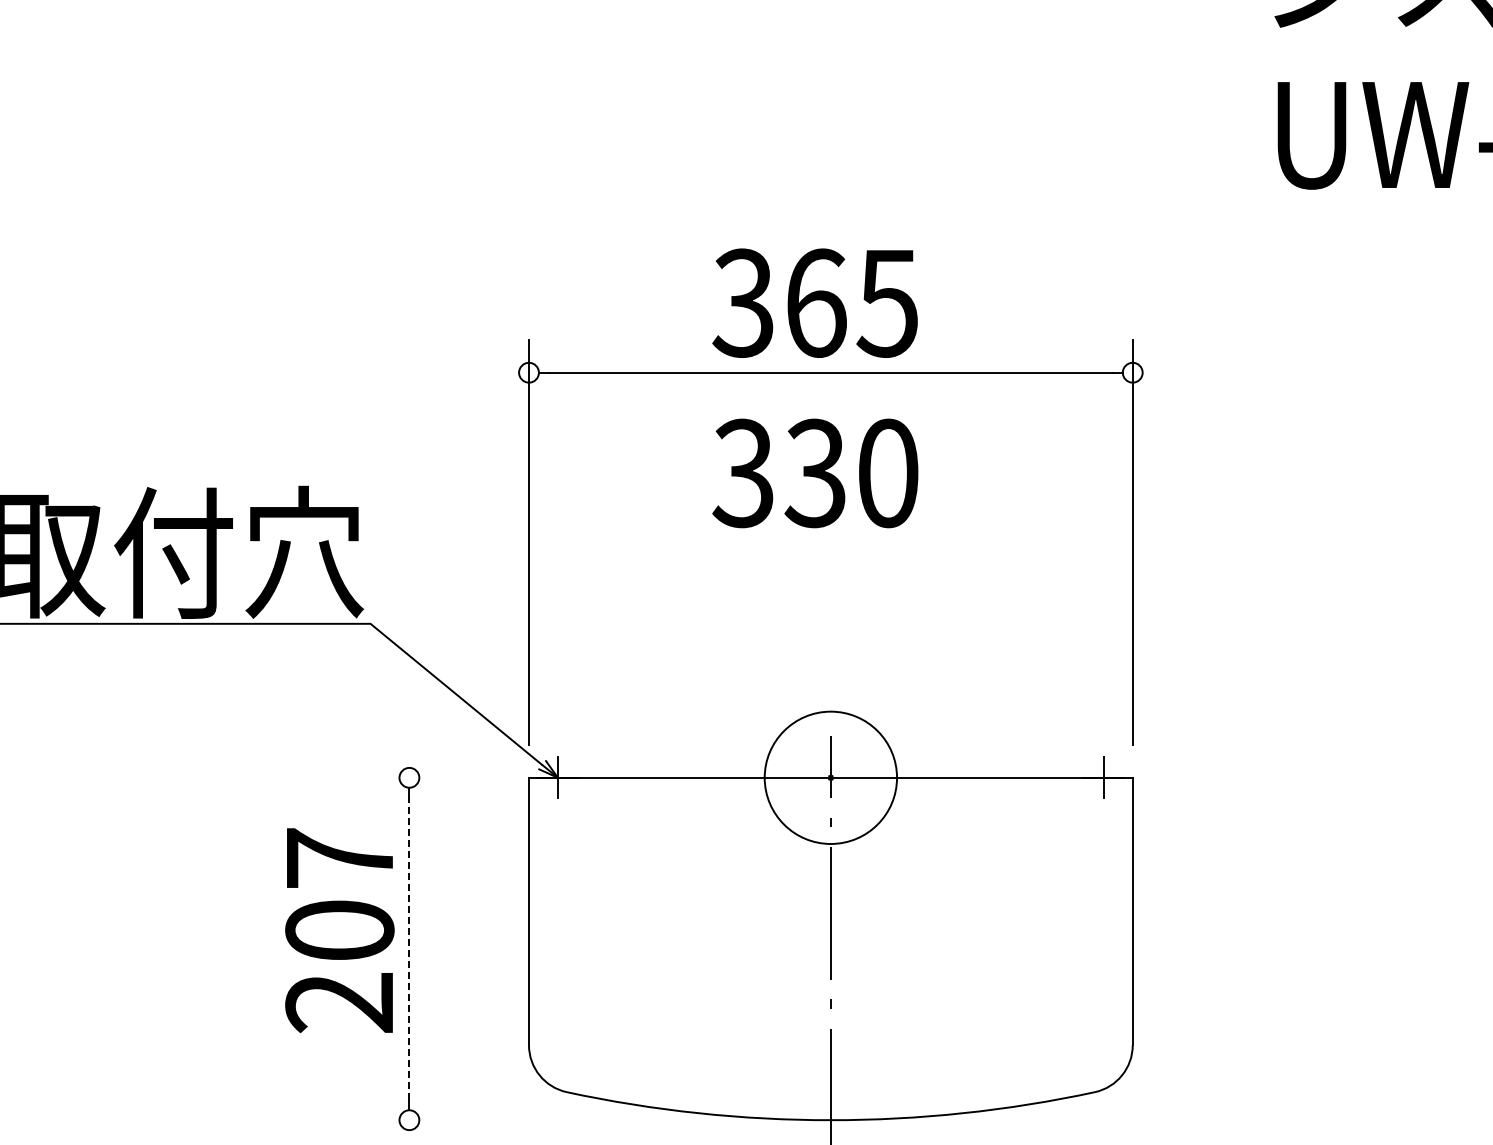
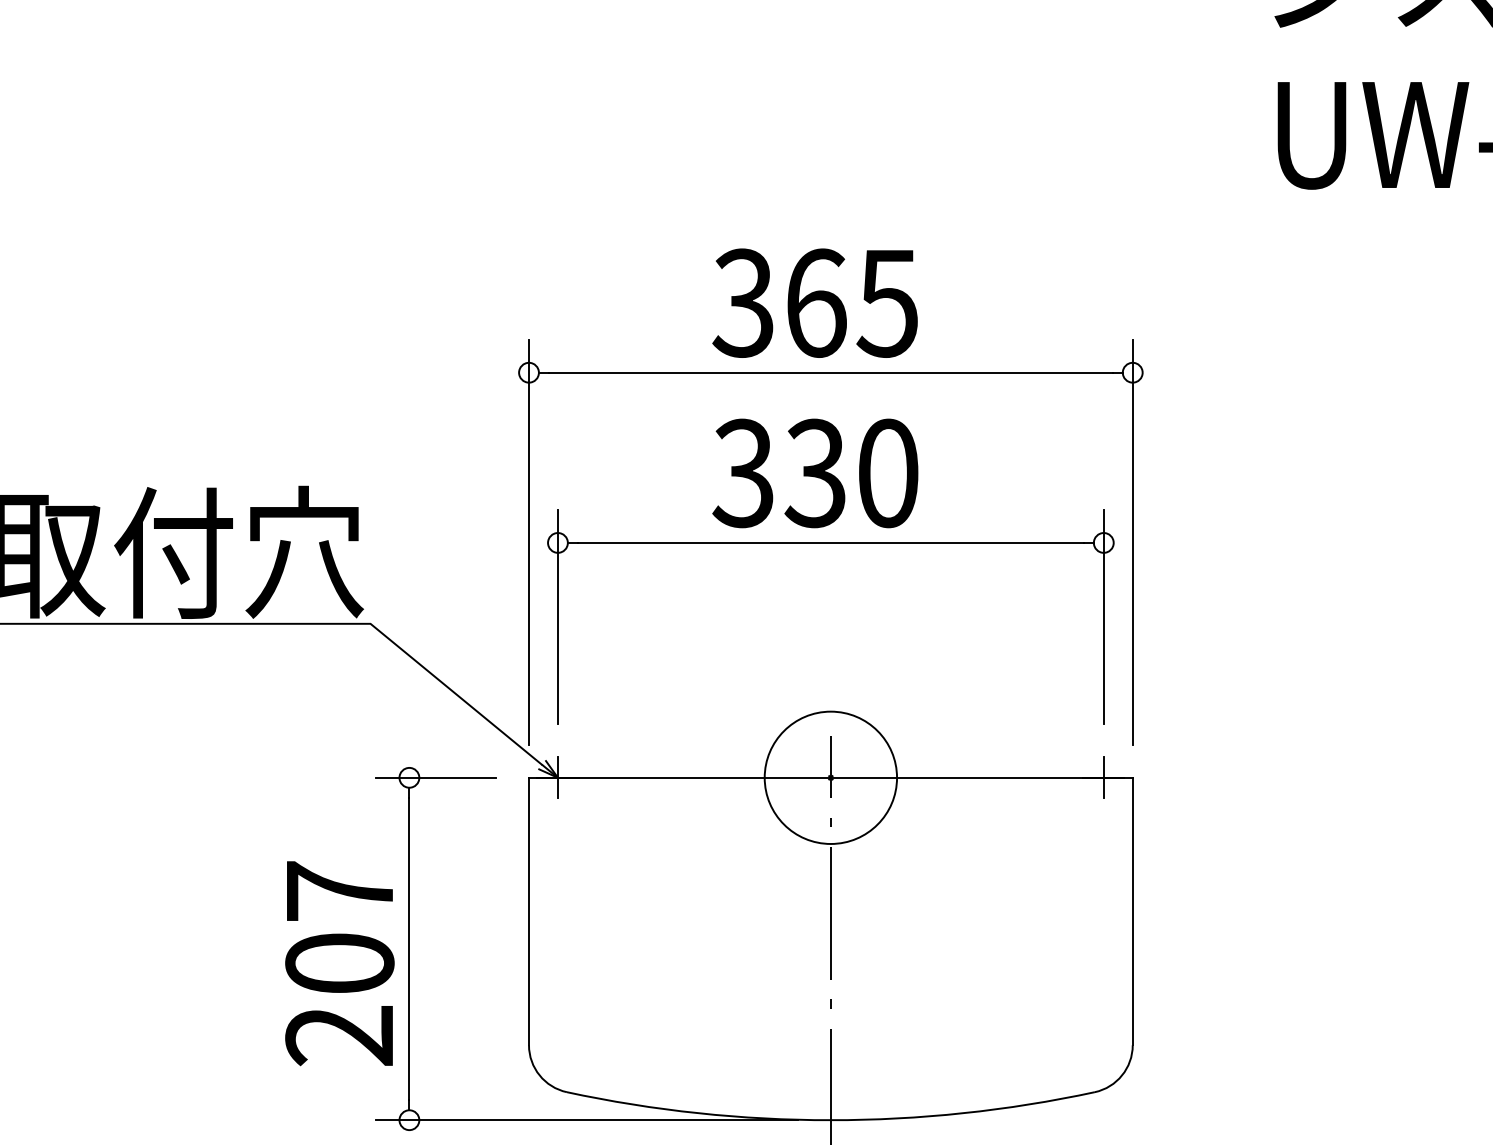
part at (830, 543): none -> present
line at (435, 777): none -> present
text at (339, 930) position: (339, 930) -> (339, 963)
line at (409, 948): dashed -> solid
line at (586, 1120): none -> present
